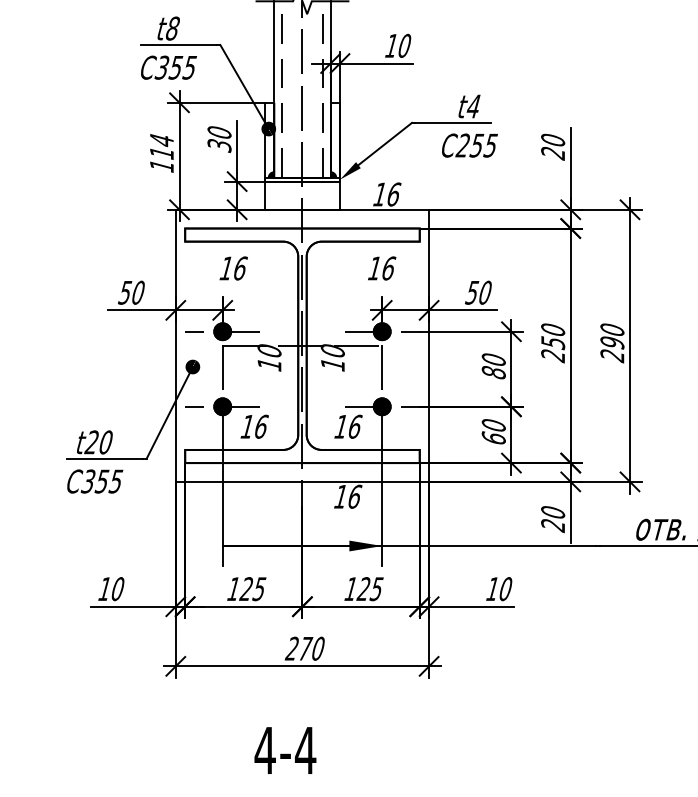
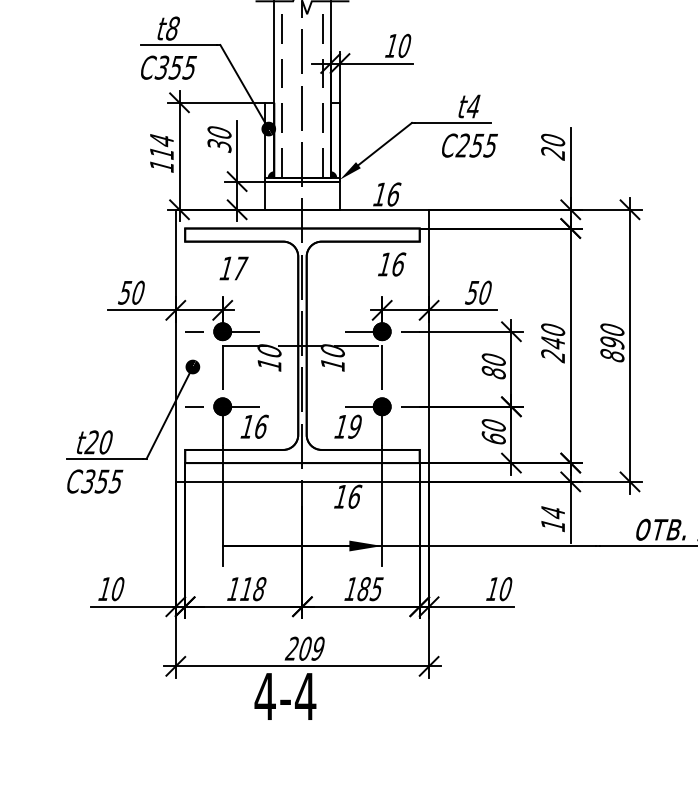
text at (241, 268): 16 -> 17
text at (382, 268) position: (382, 268) -> (392, 264)
text at (553, 343): 250 -> 240
text at (612, 356): 290 -> 890
text at (355, 426): 16 -> 19
text at (553, 519): 20 -> 14
text at (252, 589): 125 -> 118
text at (363, 589): 125 -> 185
text at (311, 648): 270 -> 209
text at (285, 750) position: (285, 750) -> (285, 696)
